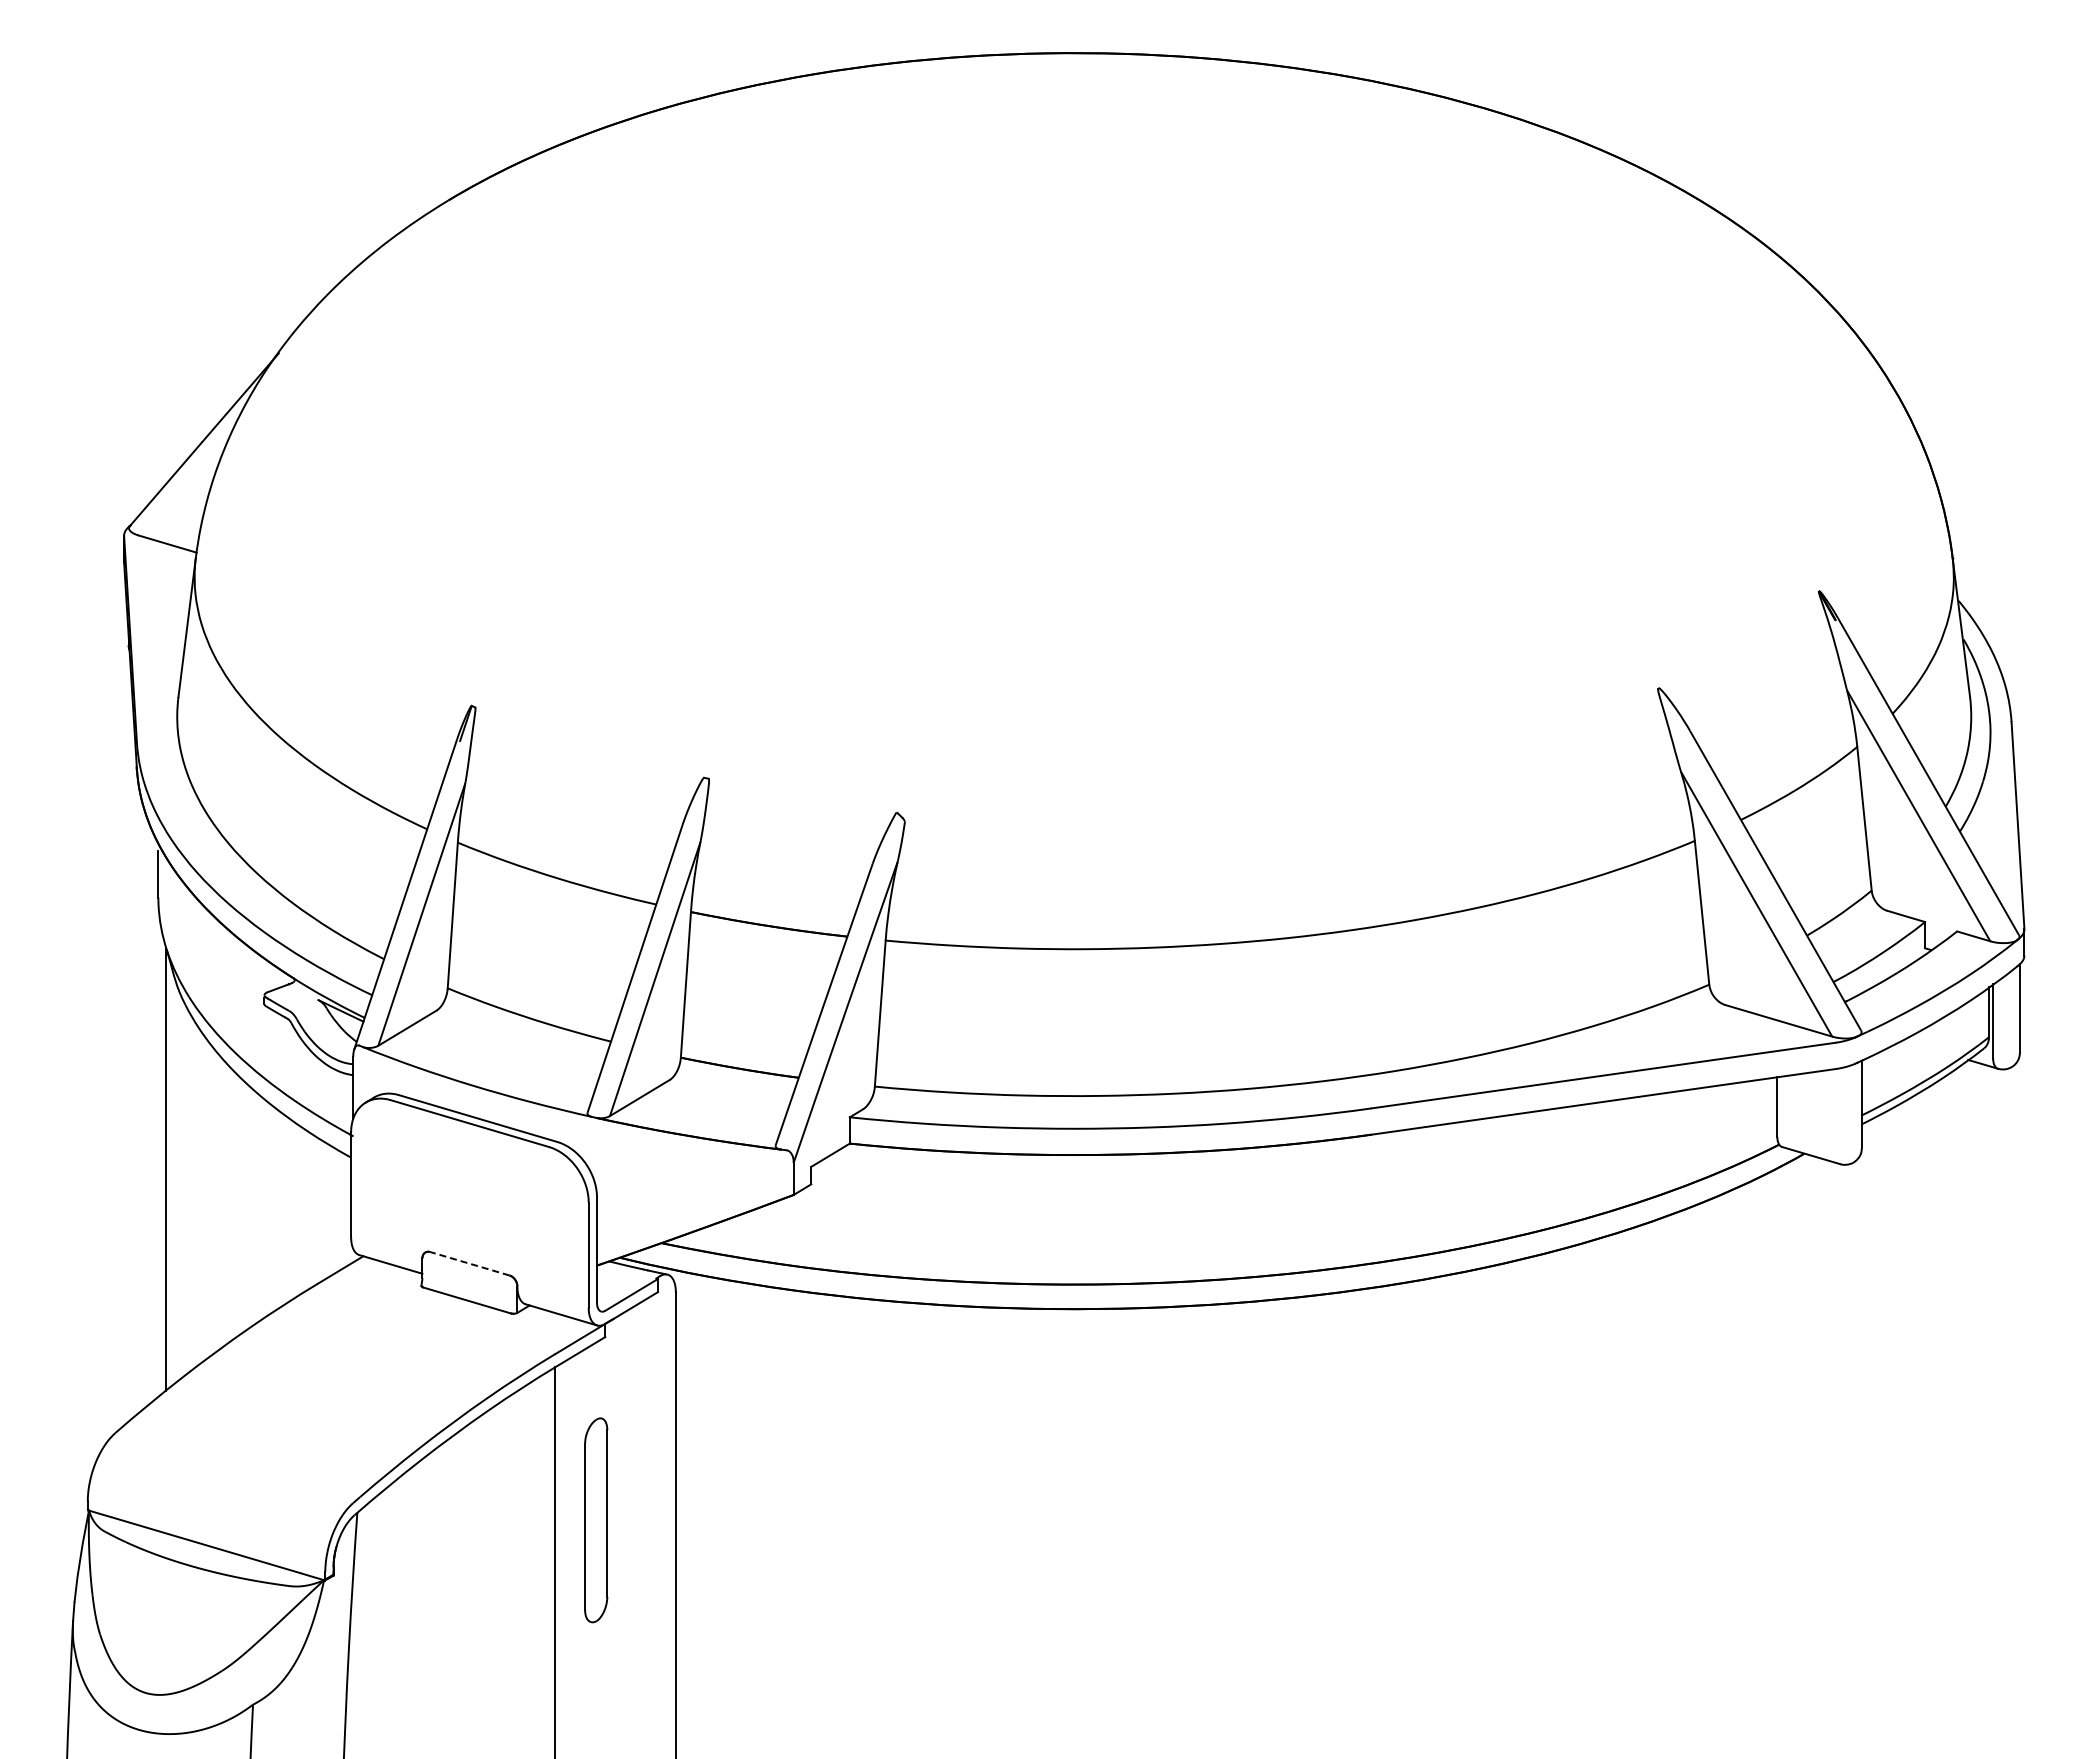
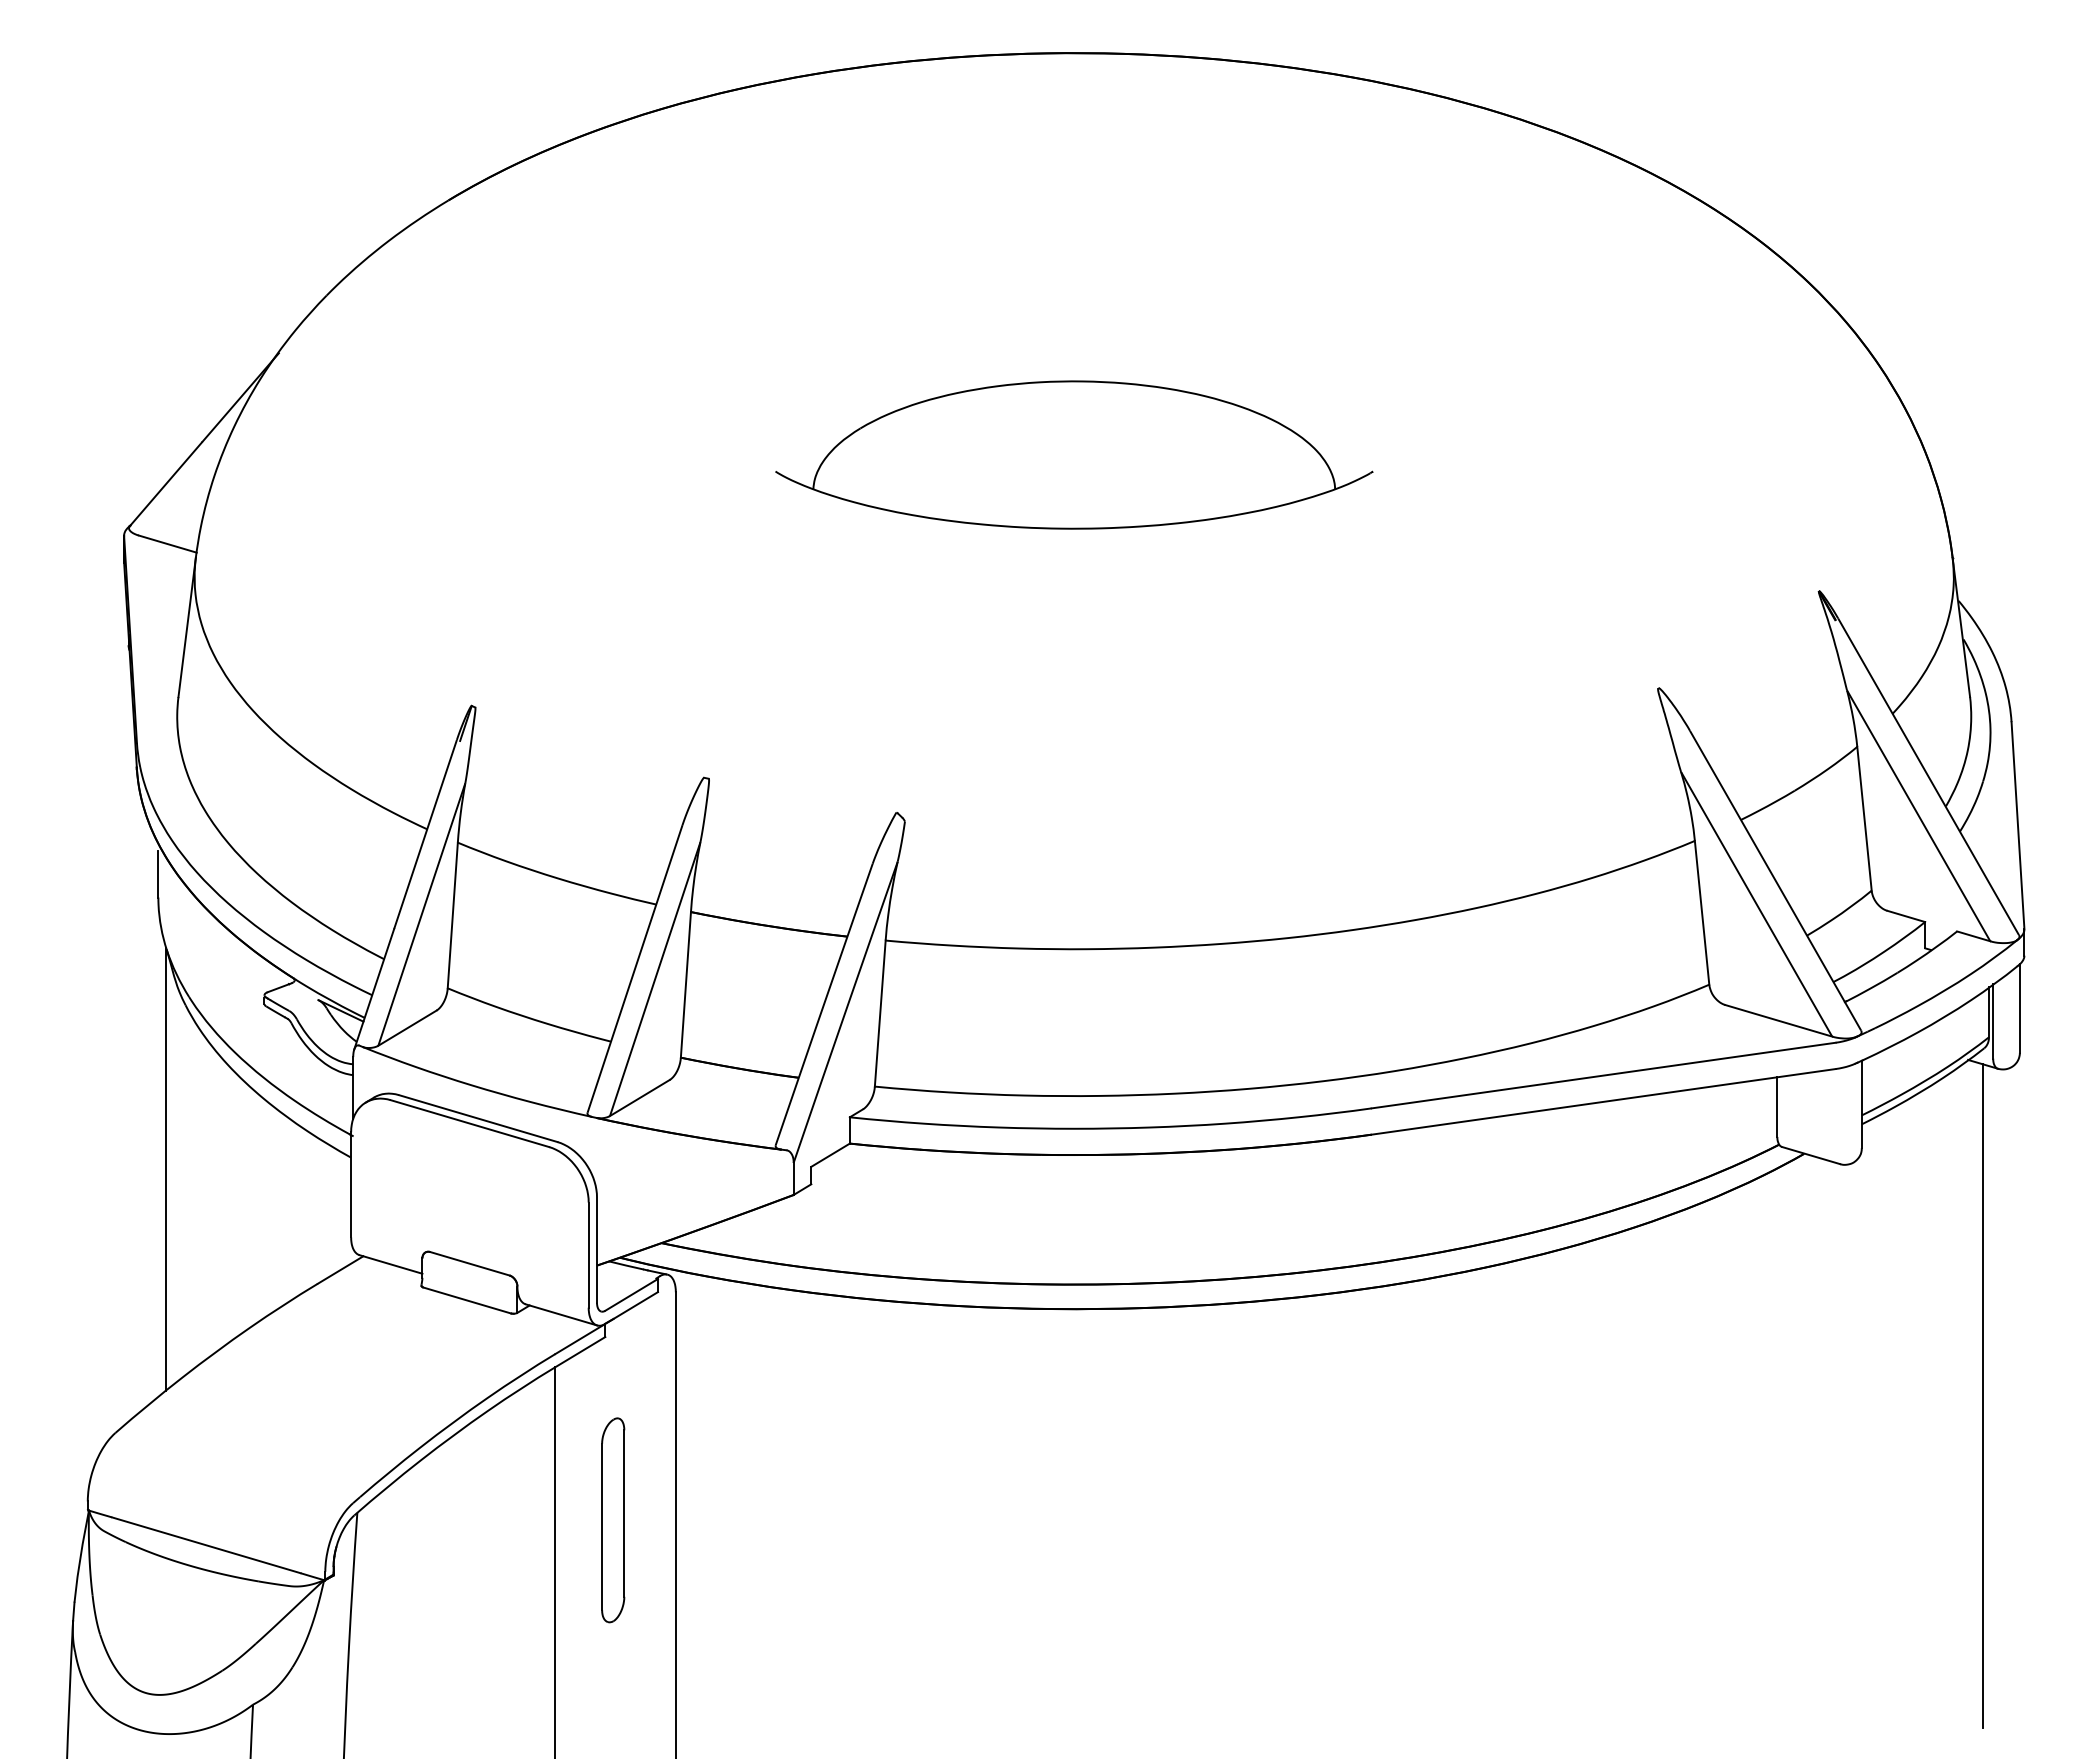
part at (1074, 454): none -> present
line at (469, 1263): dashed -> solid
line at (1982, 1395): none -> present
part at (596, 1520) position: (596, 1520) -> (613, 1520)
